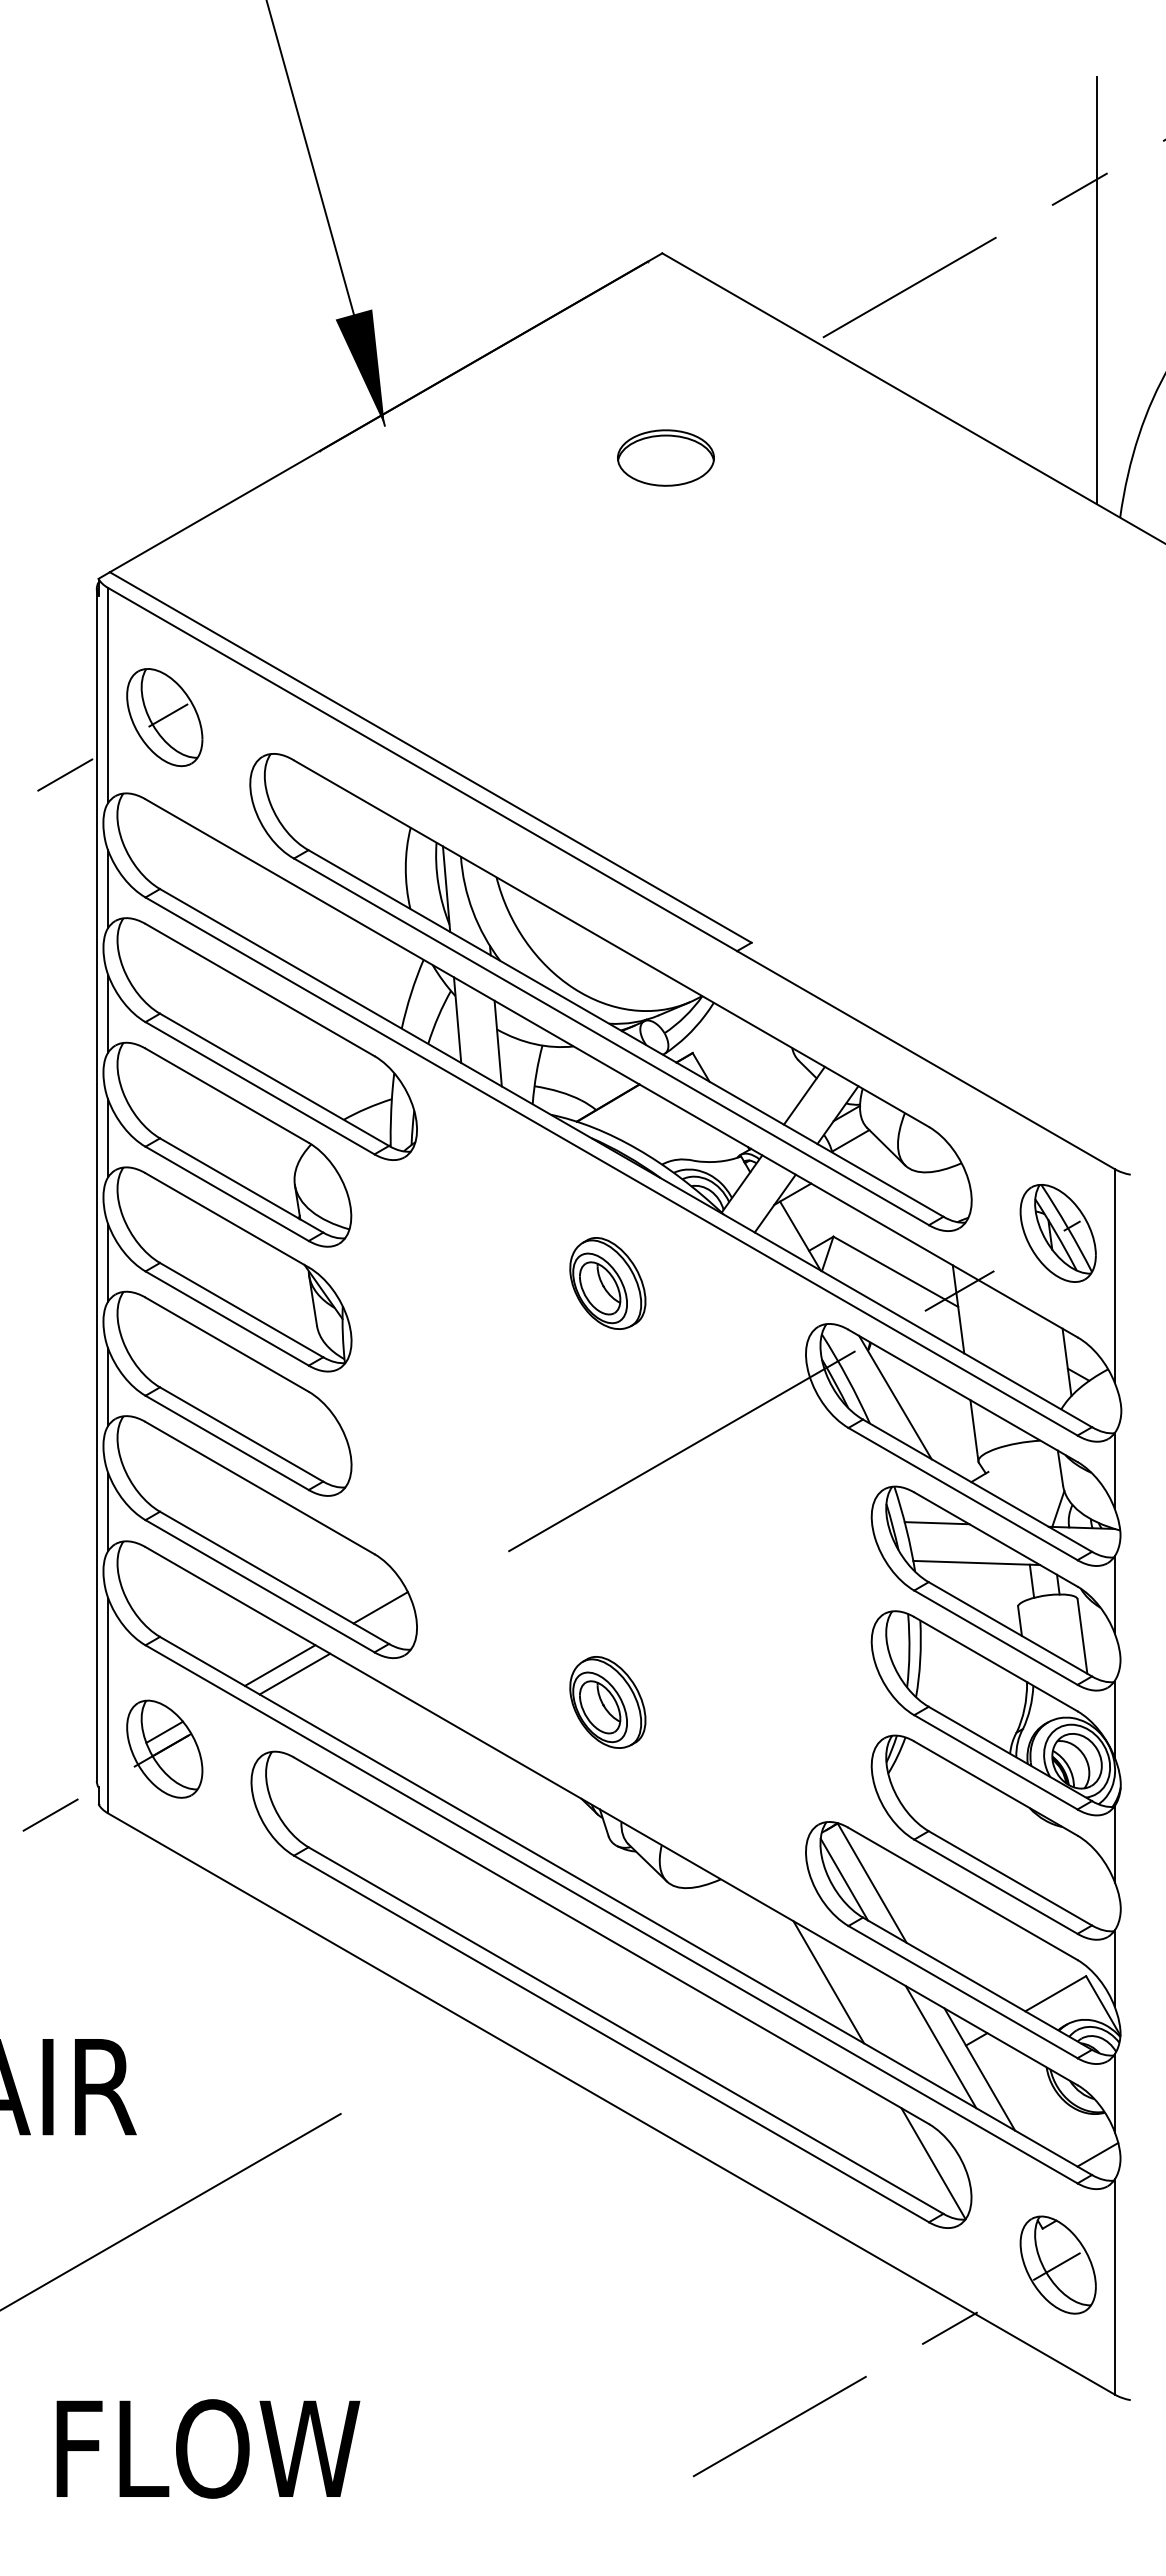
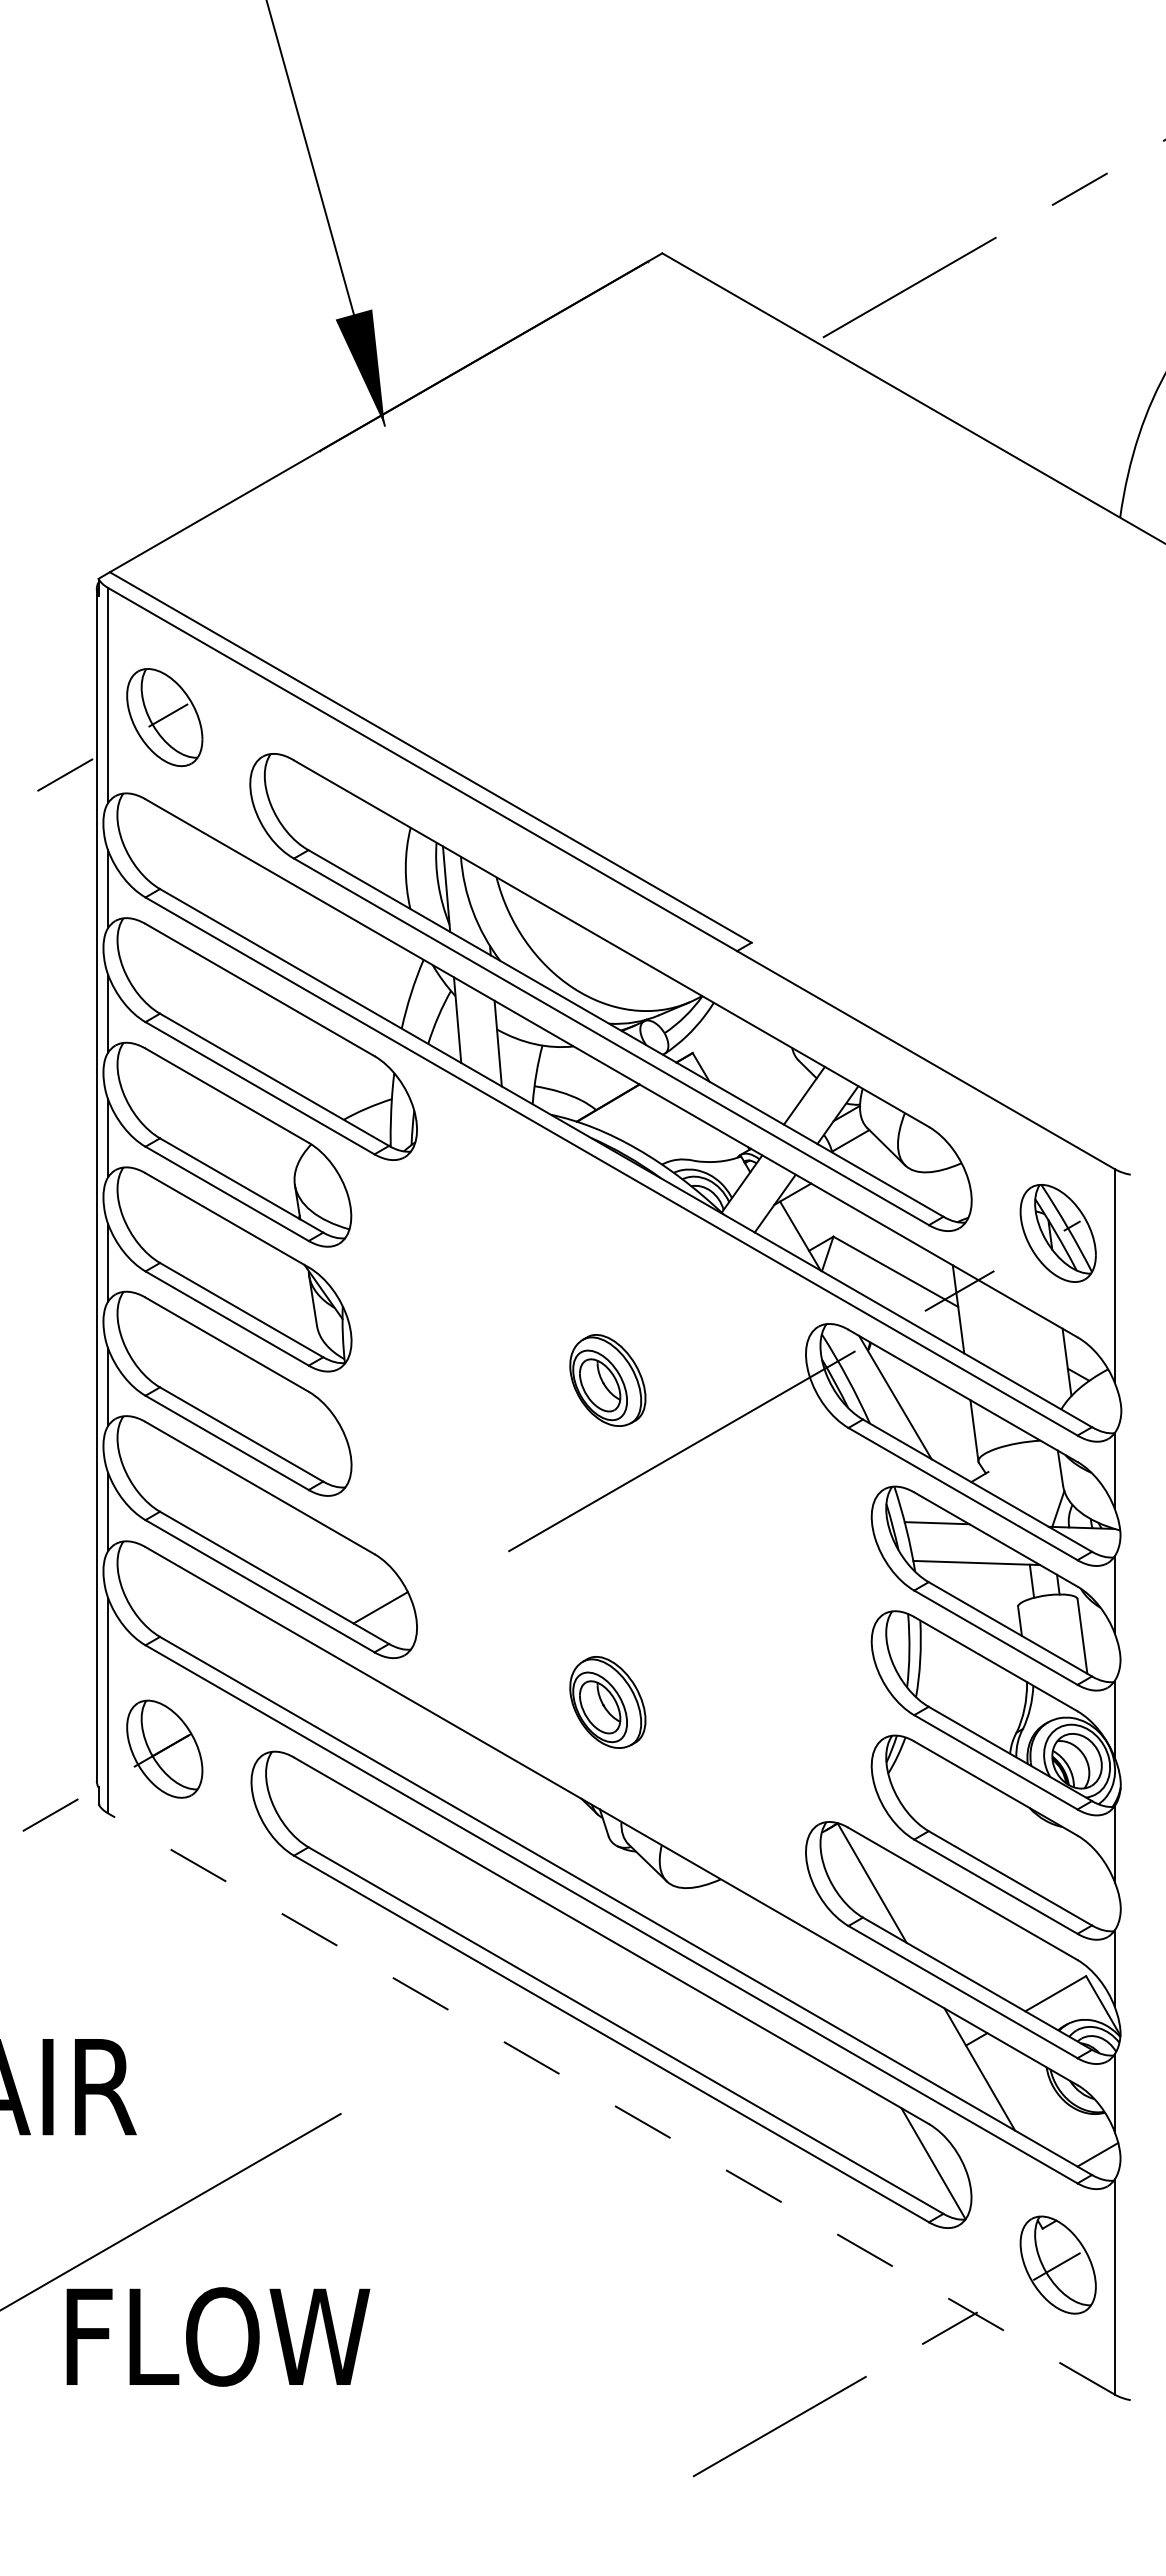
line at (1096, 290): present -> none
part at (665, 457): present -> none
part at (607, 1283) position: (607, 1283) -> (607, 1380)
line at (279, 1665): present -> none
line at (294, 1673): present -> none
line at (164, 1731): present -> none
line at (843, 1879): present -> none
line at (828, 1982): present -> none
line at (940, 2047): present -> none
line at (611, 2103): solid -> dashed
text at (208, 2448) position: (208, 2448) -> (218, 2336)
